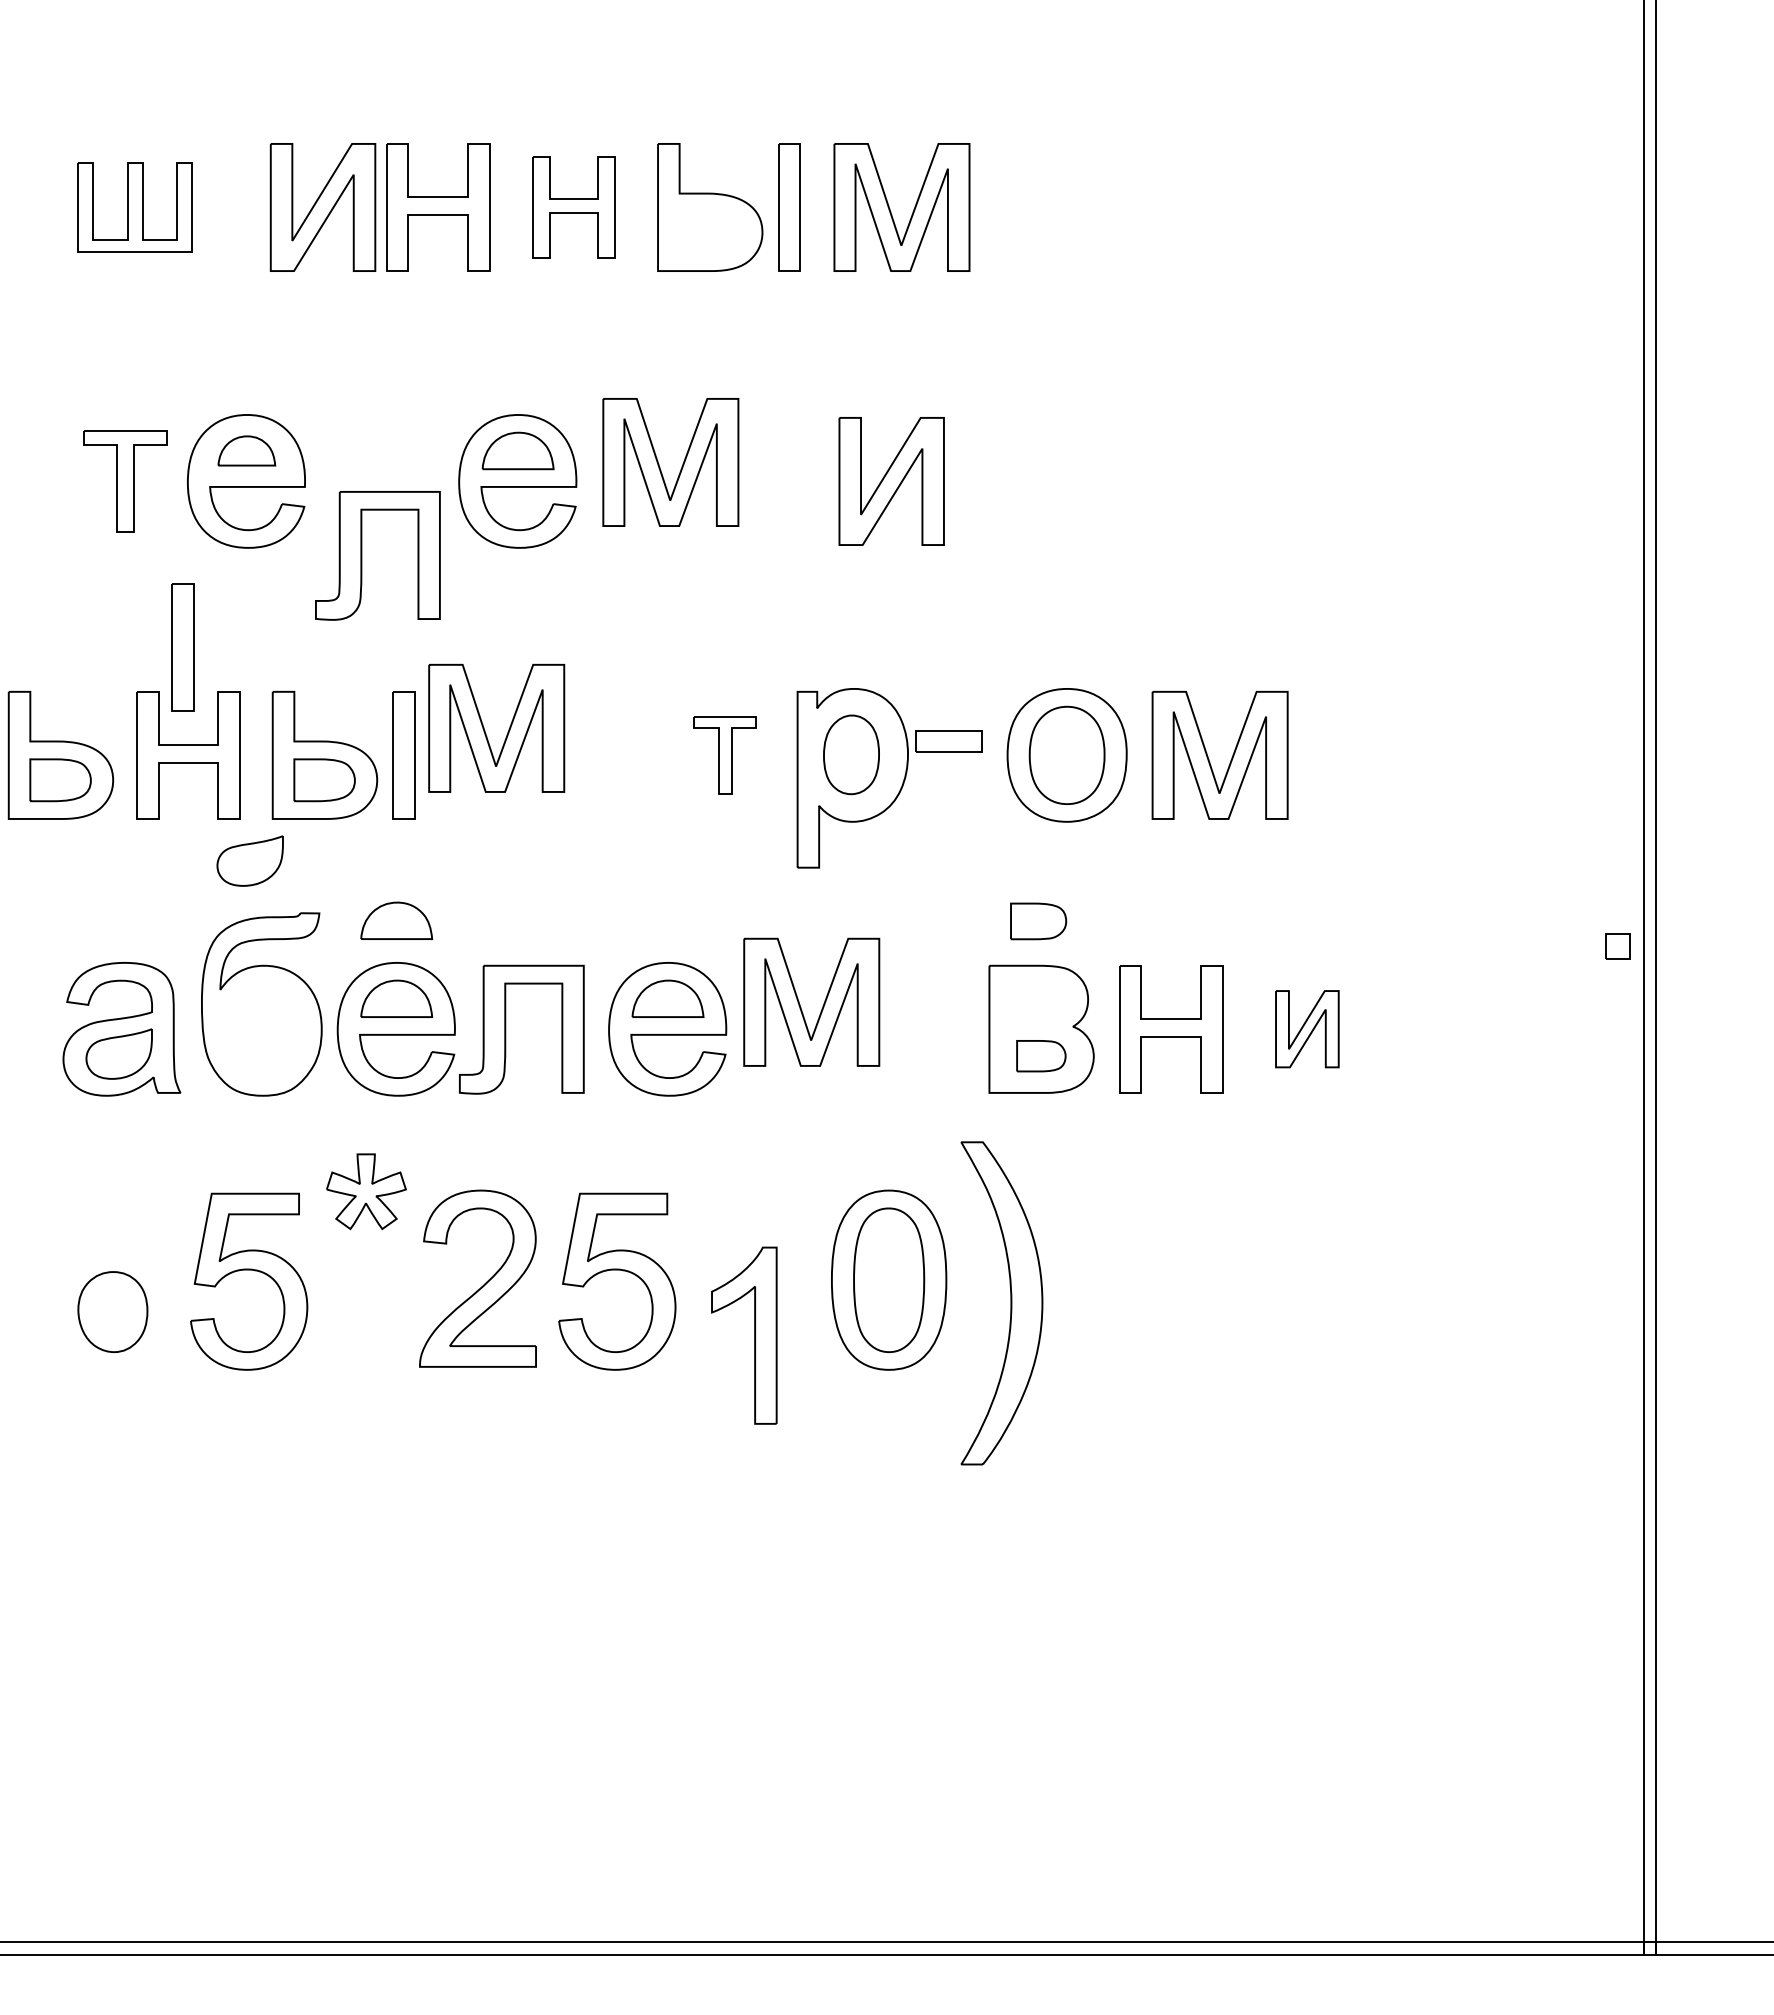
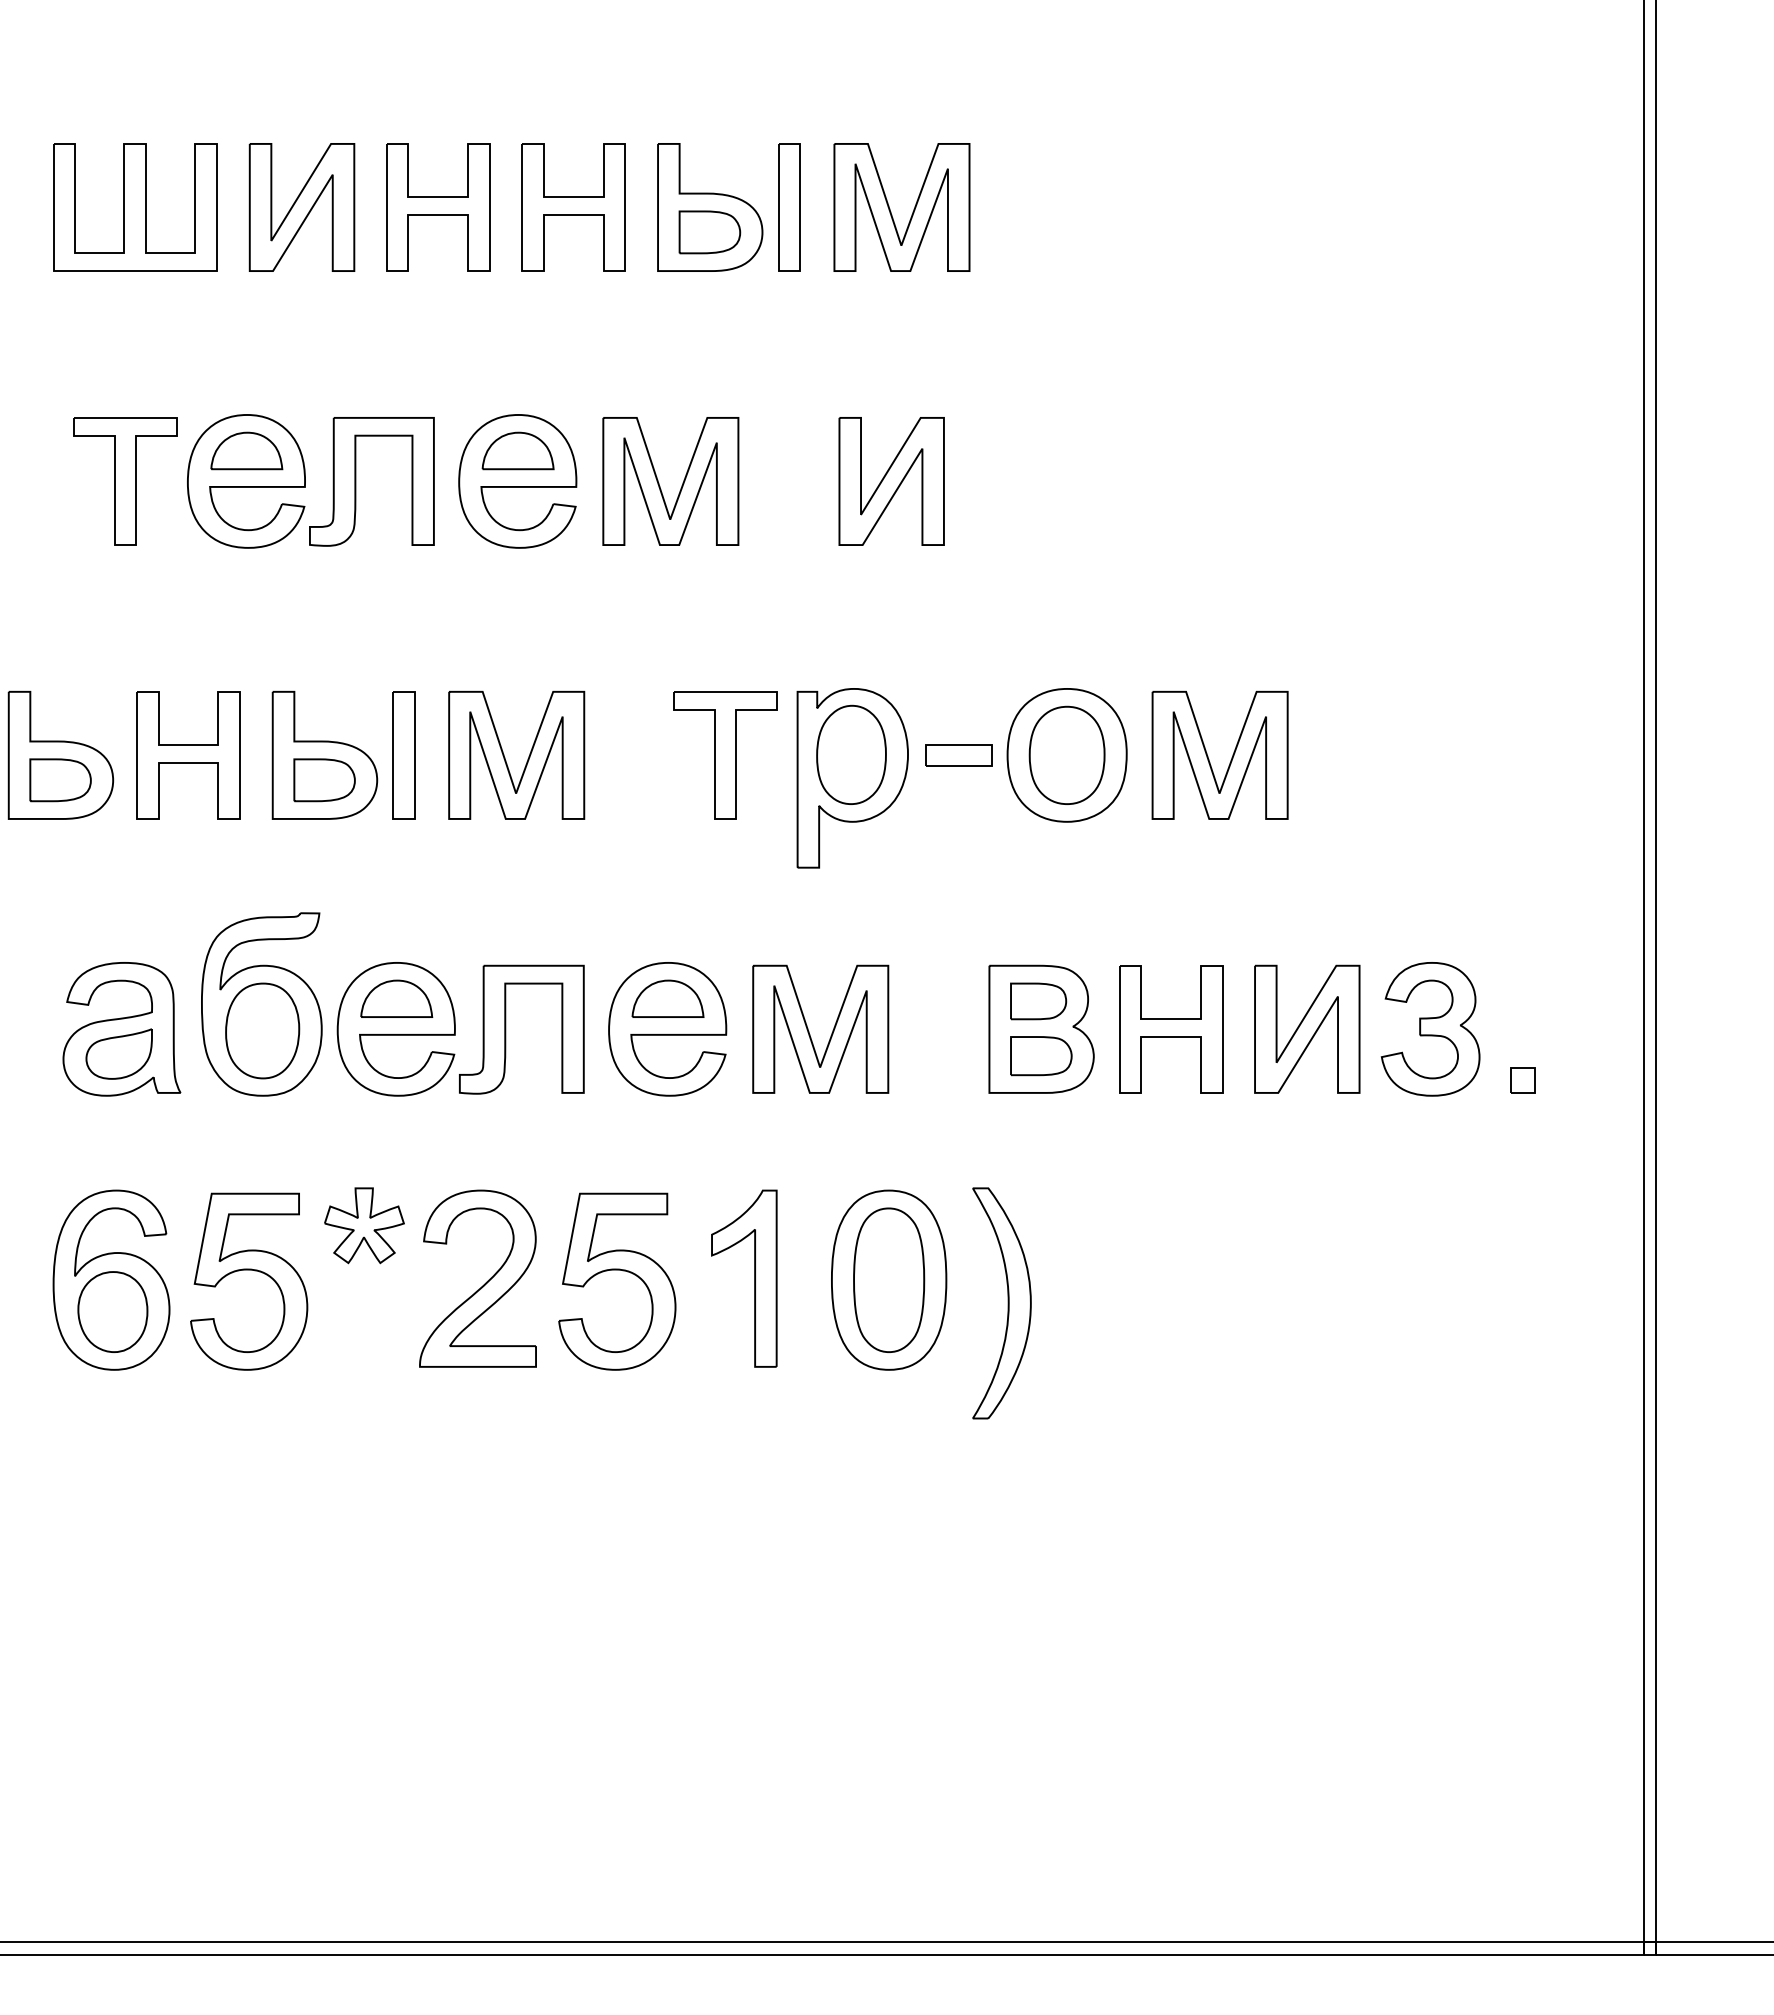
part at (134, 207) size: 116x91 px -> 165x129 px
part at (322, 207) position: (322, 207) -> (301, 207)
part at (573, 207) size: 84x103 px -> 105x129 px
part at (709, 232): none -> present
part at (246, 450) size: 60x32 px -> 74x40 px
part at (659, 464) position: (659, 464) -> (659, 483)
part at (125, 481) size: 85x103 px -> 105x129 px
part at (362, 555) position: (362, 555) -> (356, 481)
part at (182, 647): present -> none
part at (485, 730) position: (485, 730) -> (505, 757)
part at (948, 741) position: (948, 741) -> (958, 755)
part at (851, 754) size: 57x82 px -> 71x101 px
part at (724, 755) size: 64x79 px -> 105x129 px
part at (249, 860): present -> none
part at (396, 920): present -> none
part at (1038, 921) position: (1038, 921) -> (1038, 1001)
part at (1617, 946) position: (1617, 946) -> (1522, 1080)
part at (800, 1004) position: (800, 1004) -> (809, 1031)
part at (1307, 1029) size: 65x79 px -> 107x130 px
part at (1430, 1029): none -> present
part at (262, 1030): none -> present
part at (1041, 1056) size: 51x33 px -> 63x41 px
part at (366, 1191) position: (366, 1191) -> (364, 1225)
part at (111, 1279): none -> present
part at (1001, 1303) size: 84x325 px -> 60x233 px
part at (754, 1335) position: (754, 1335) -> (754, 1278)
